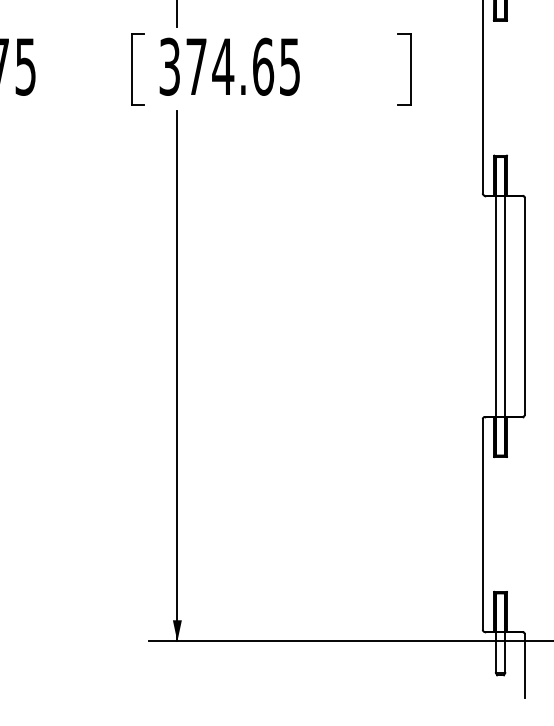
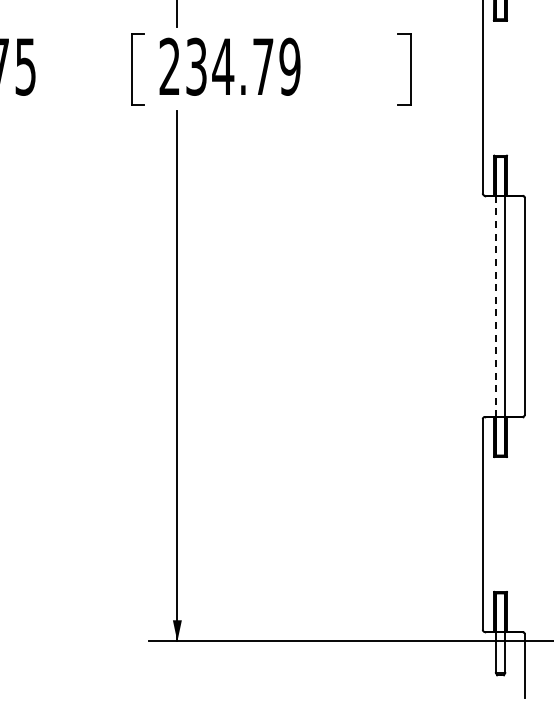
text at (229, 66): 374.65 -> 234.79
line at (495, 306): solid -> dashed
